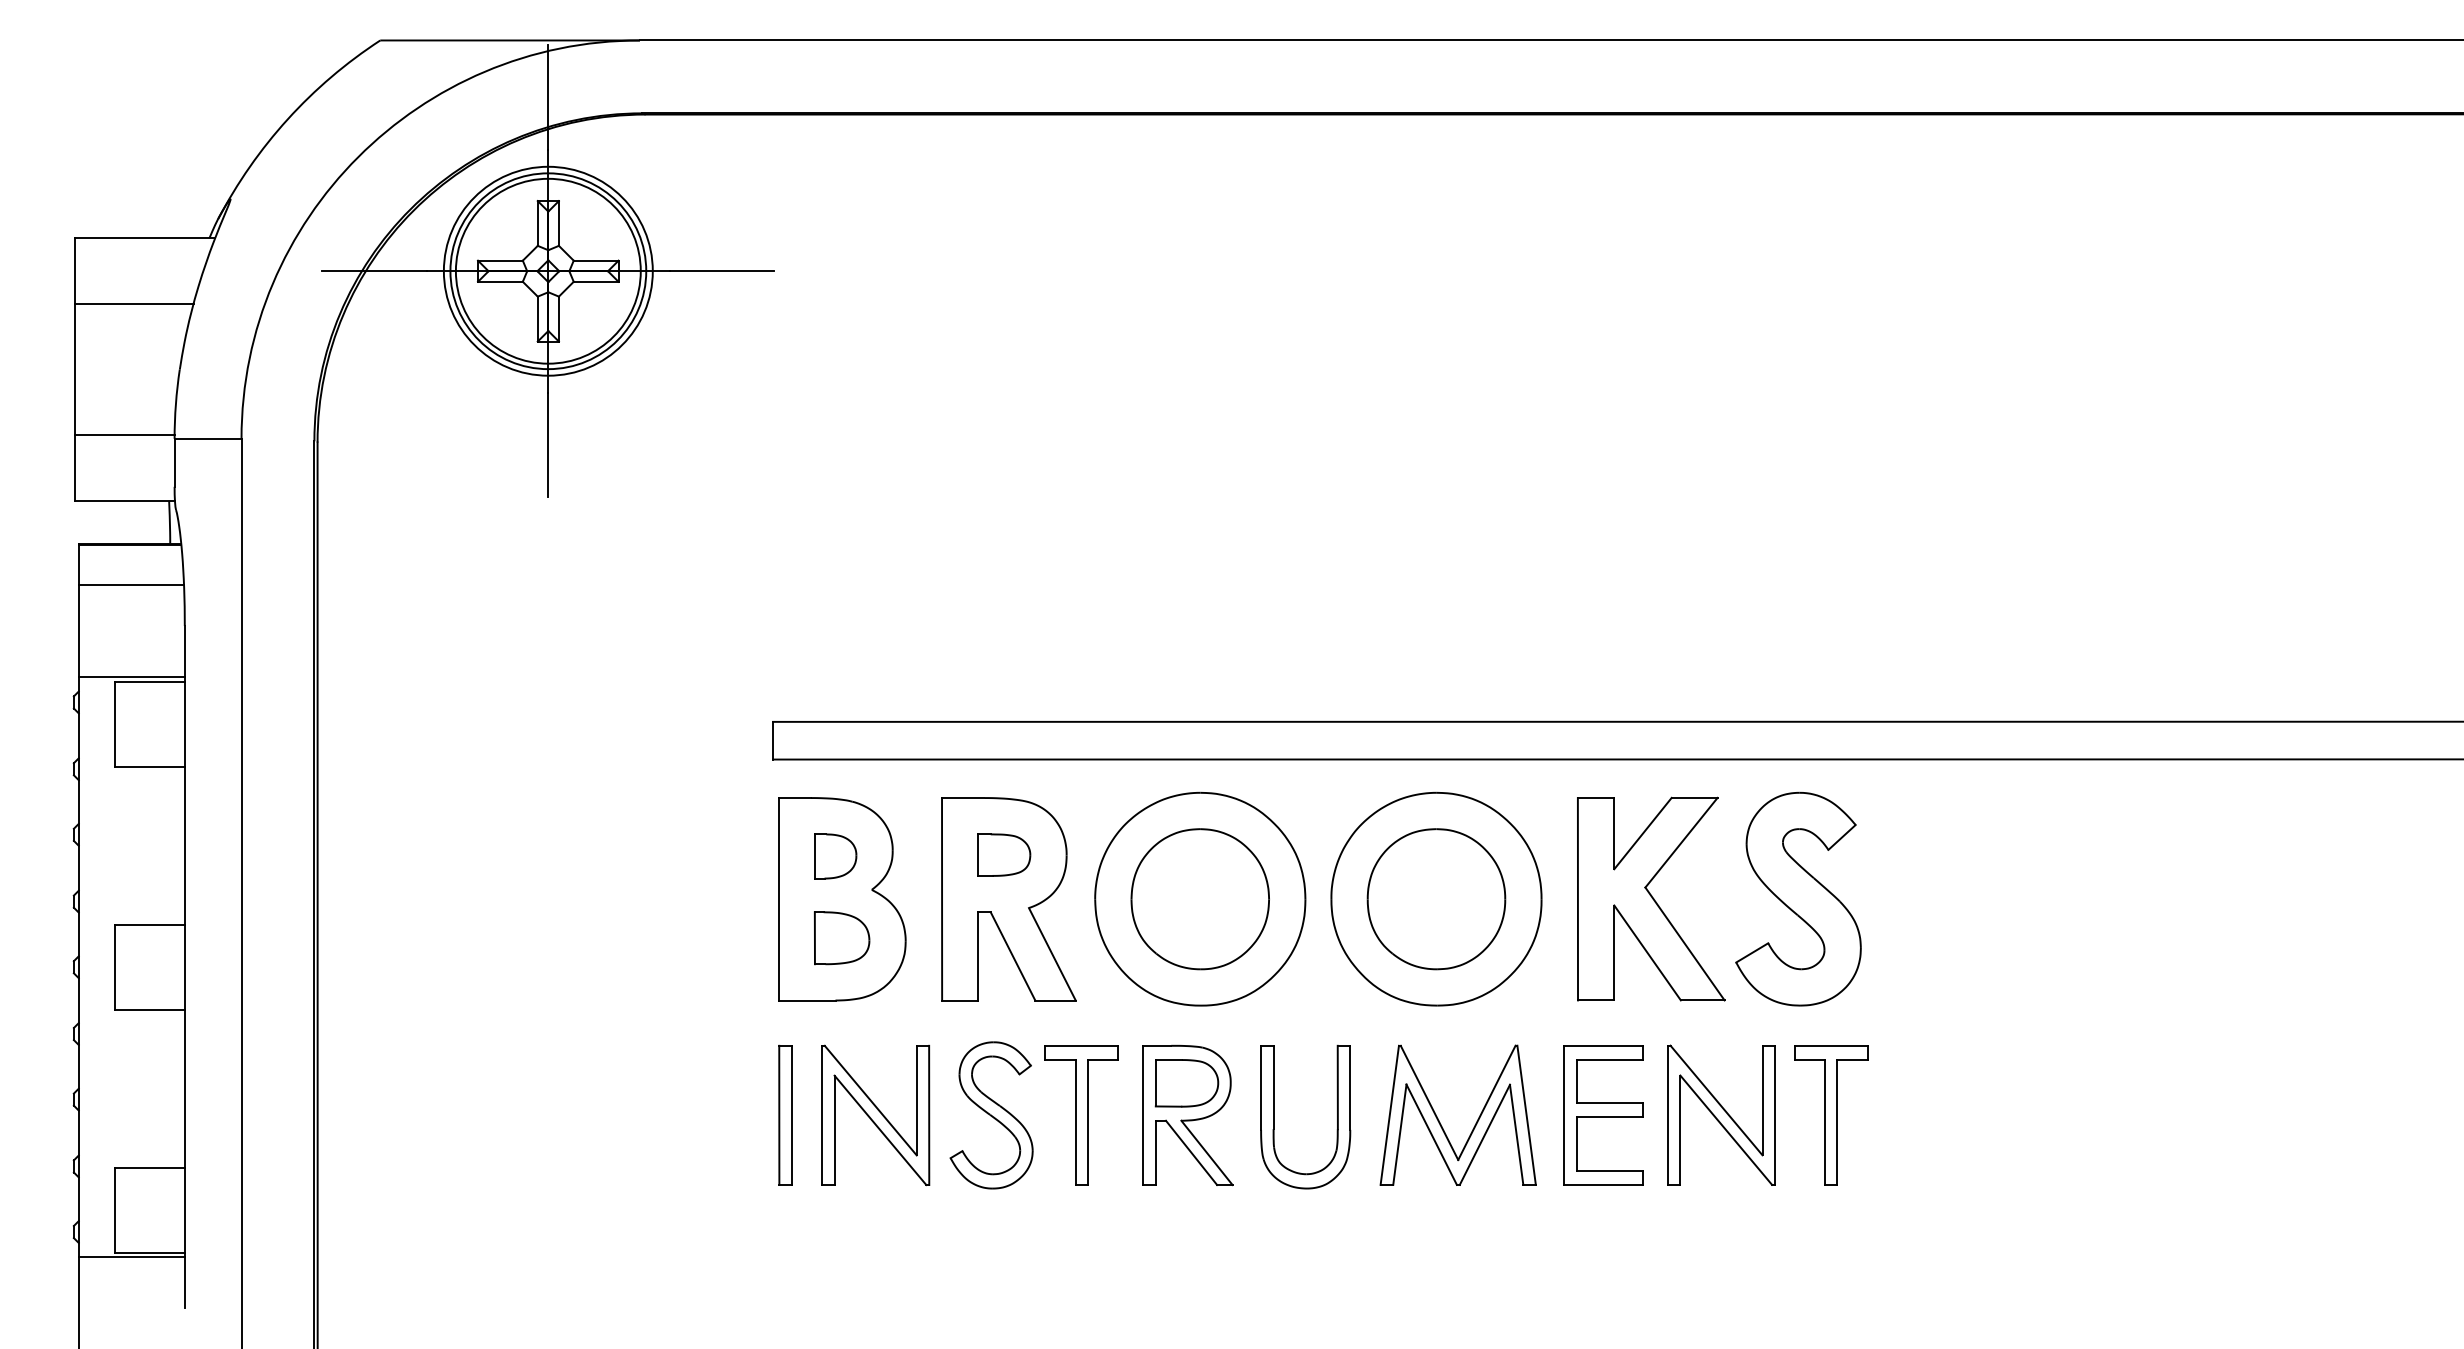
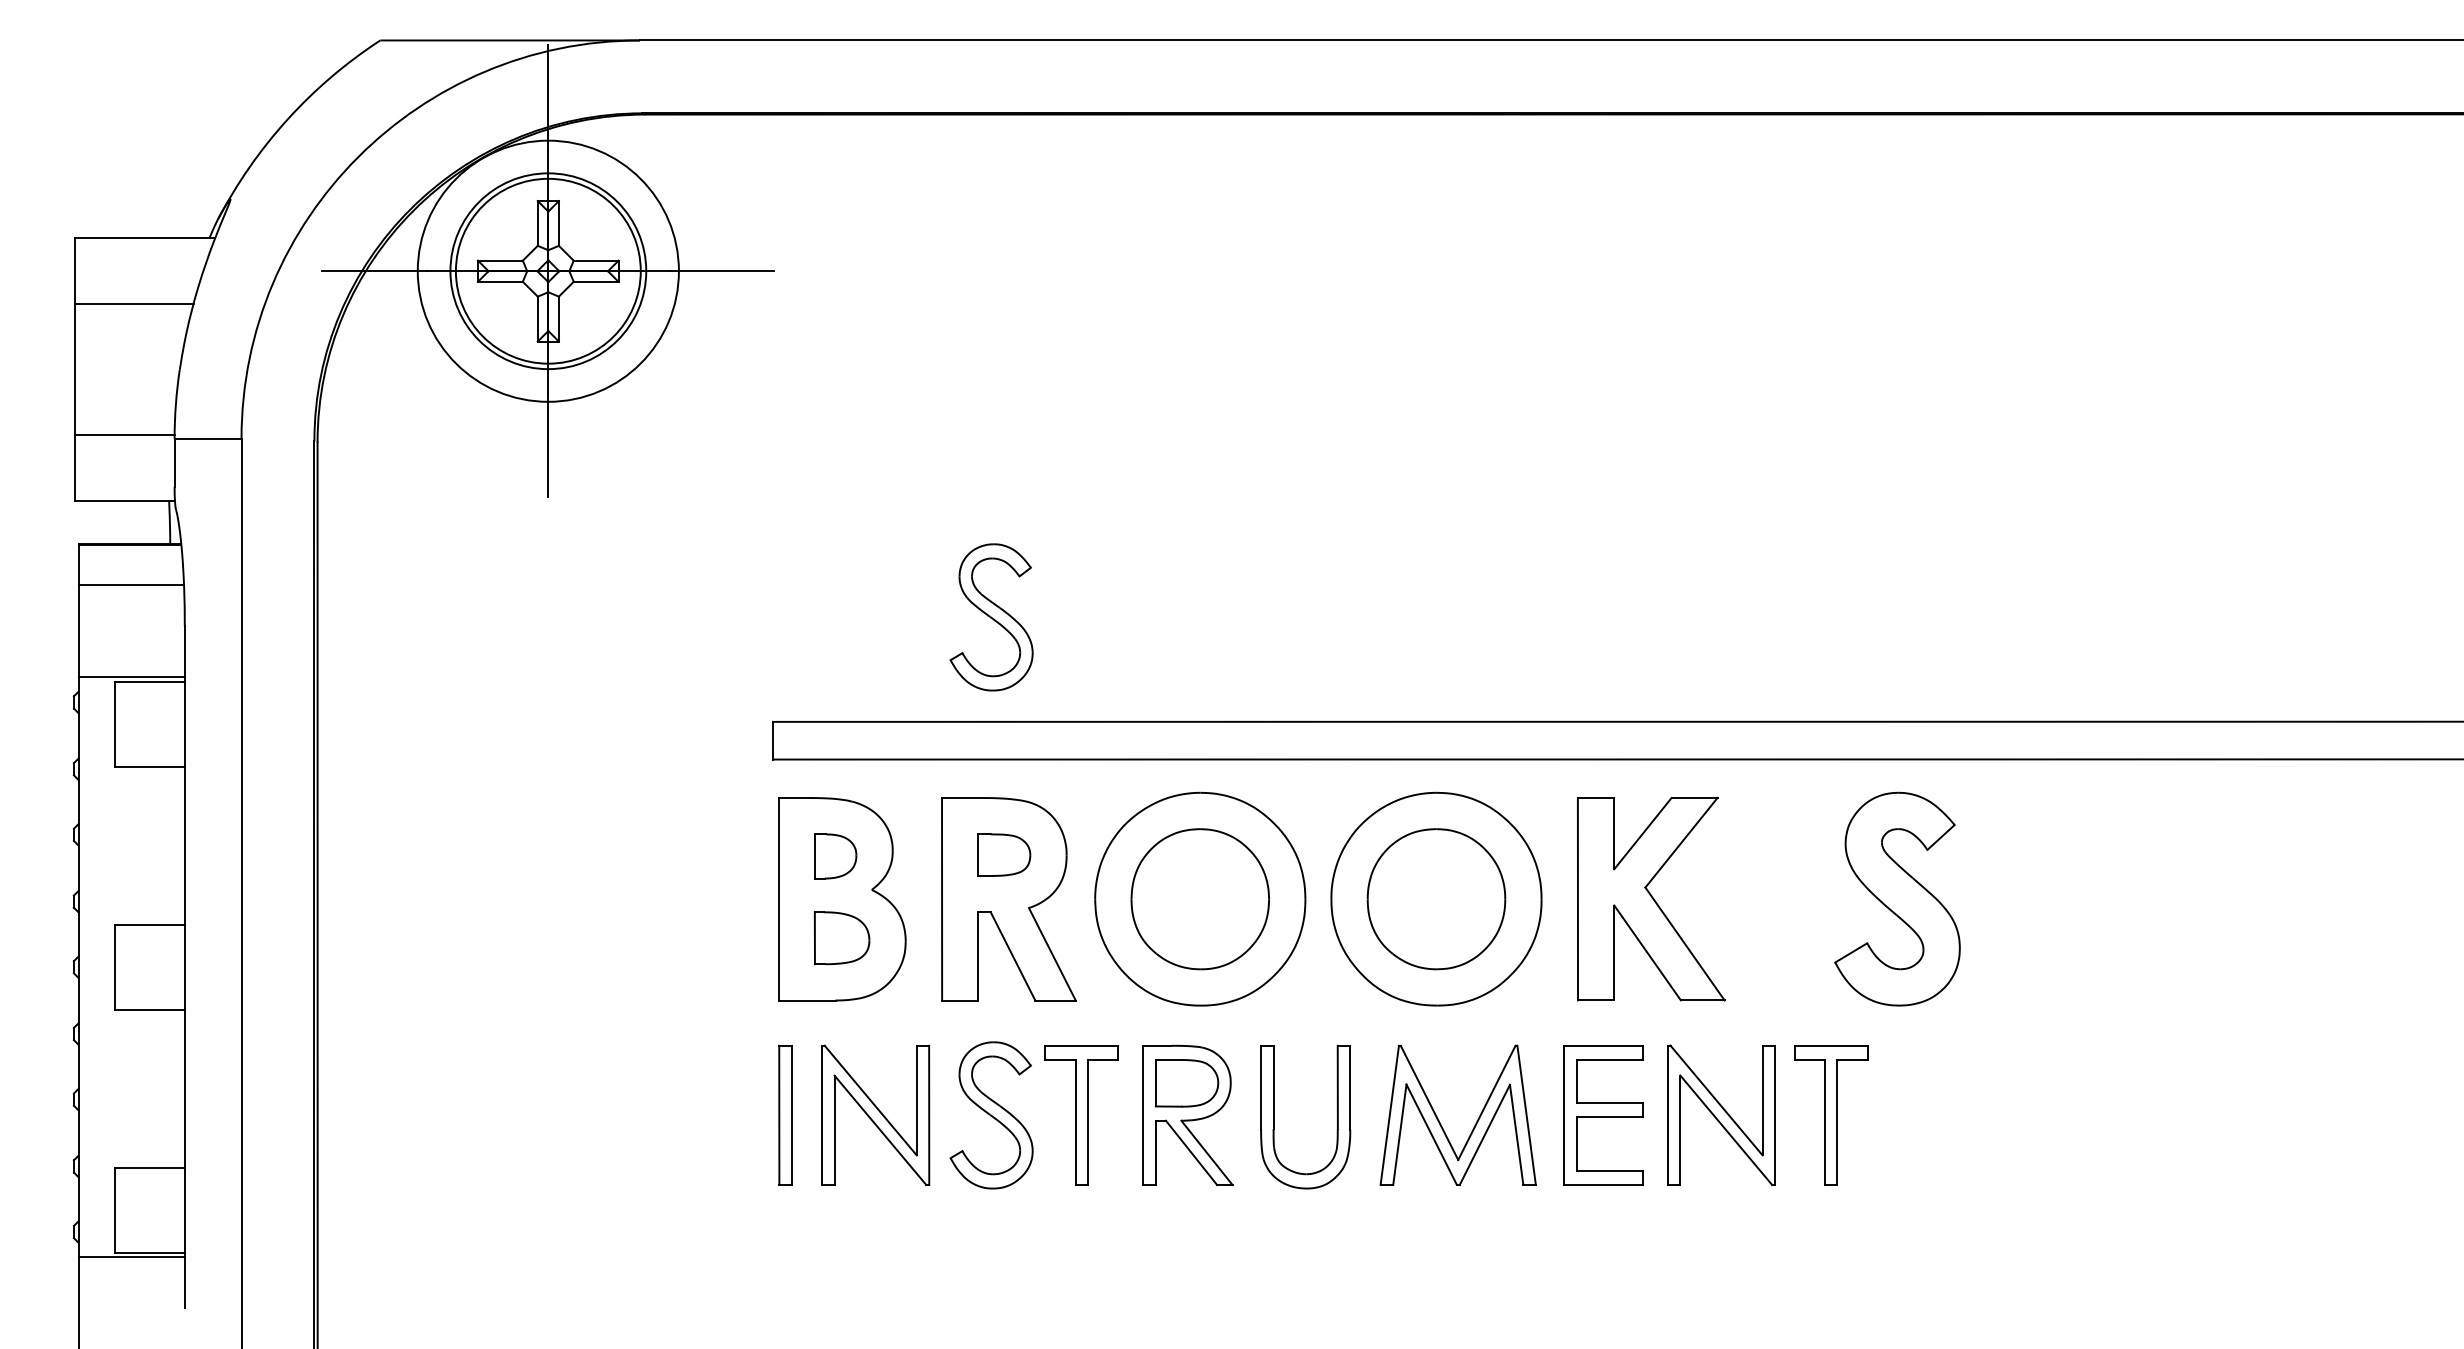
circle at (547, 270) diameter: 209 px -> 261 px
part at (991, 617): none -> present
part at (1798, 898) position: (1798, 898) -> (1897, 898)
